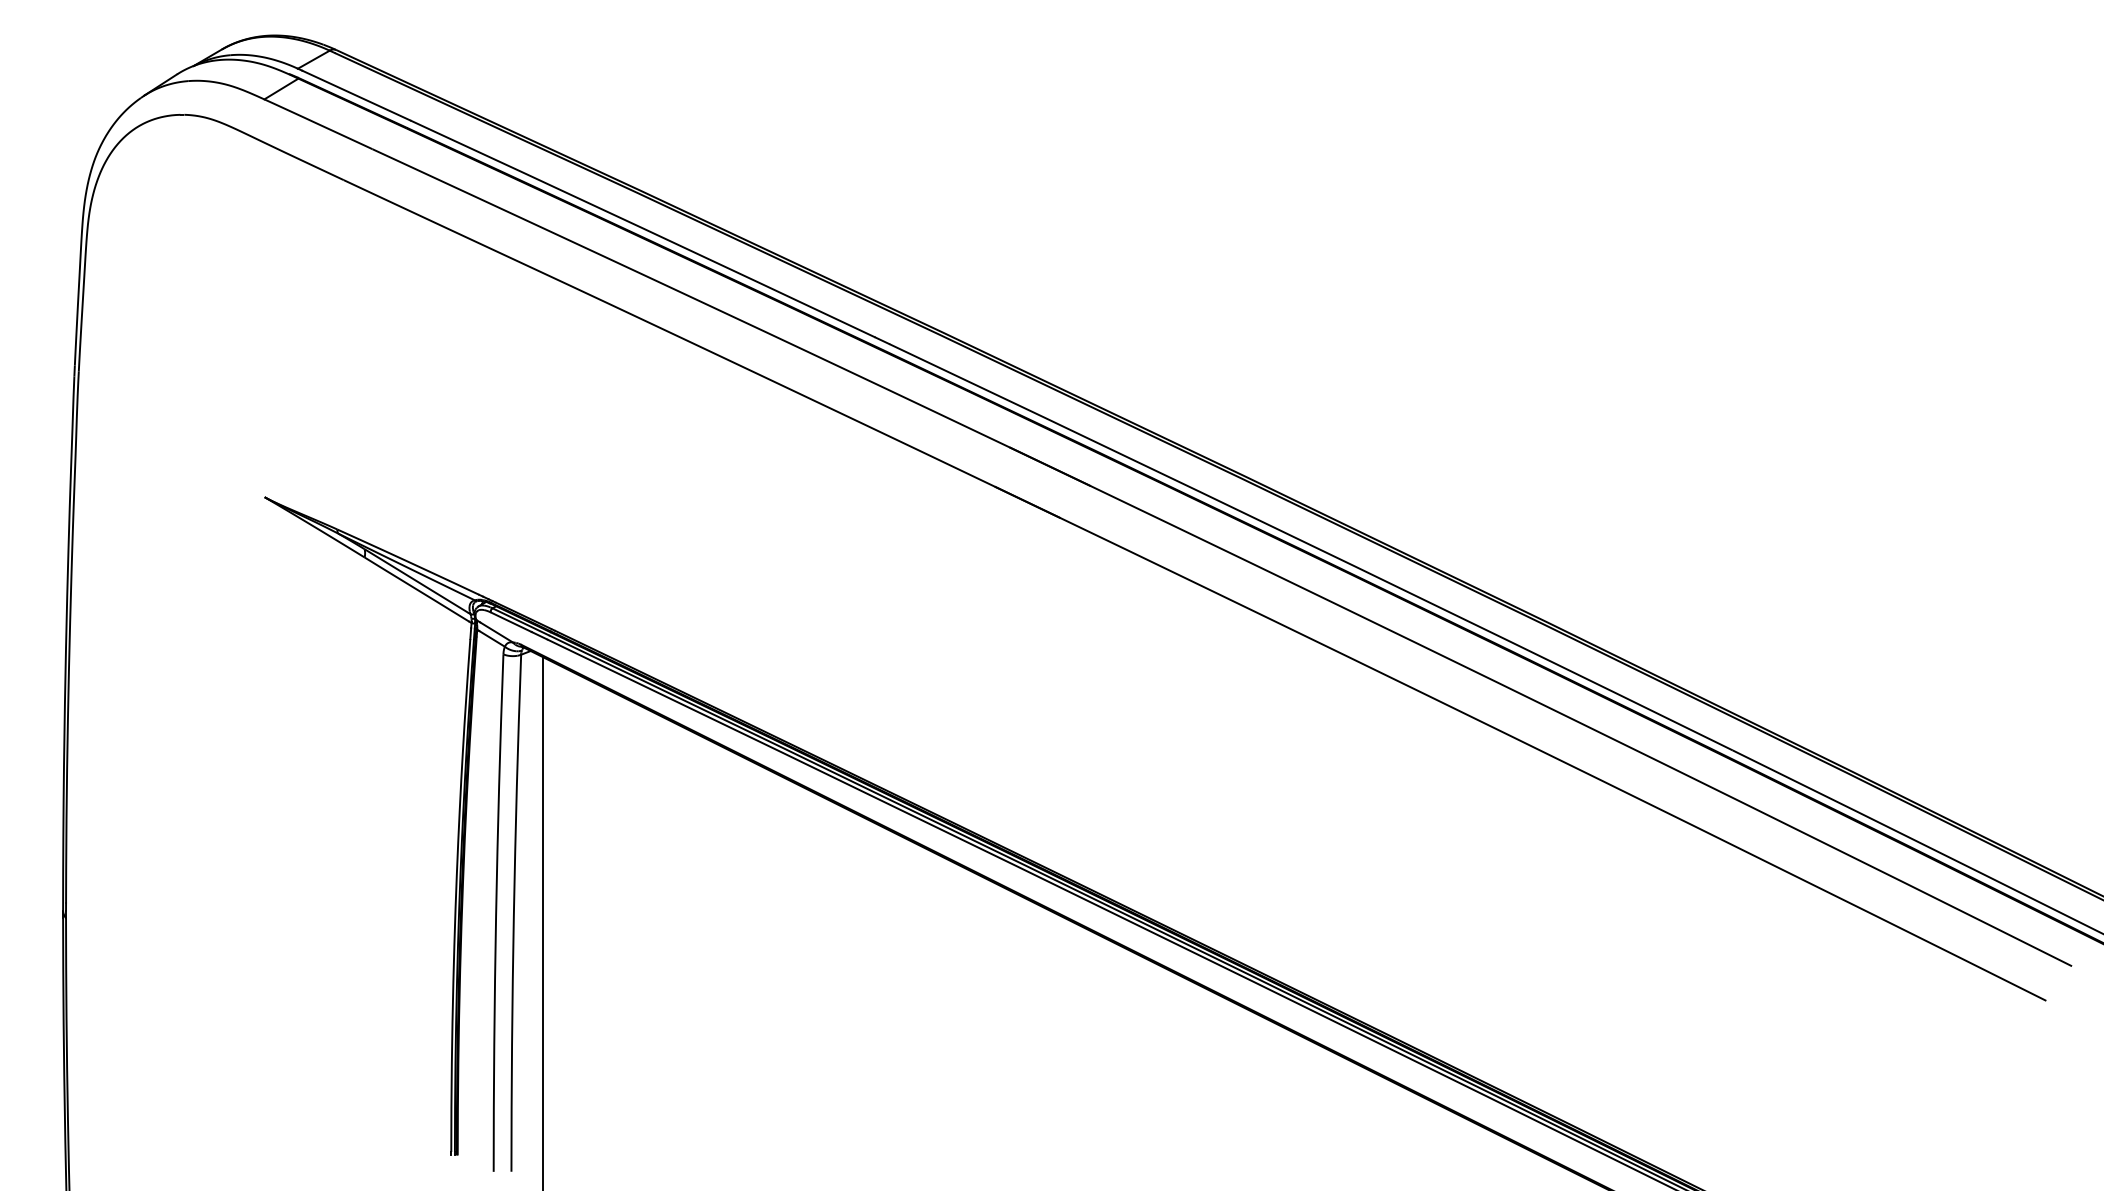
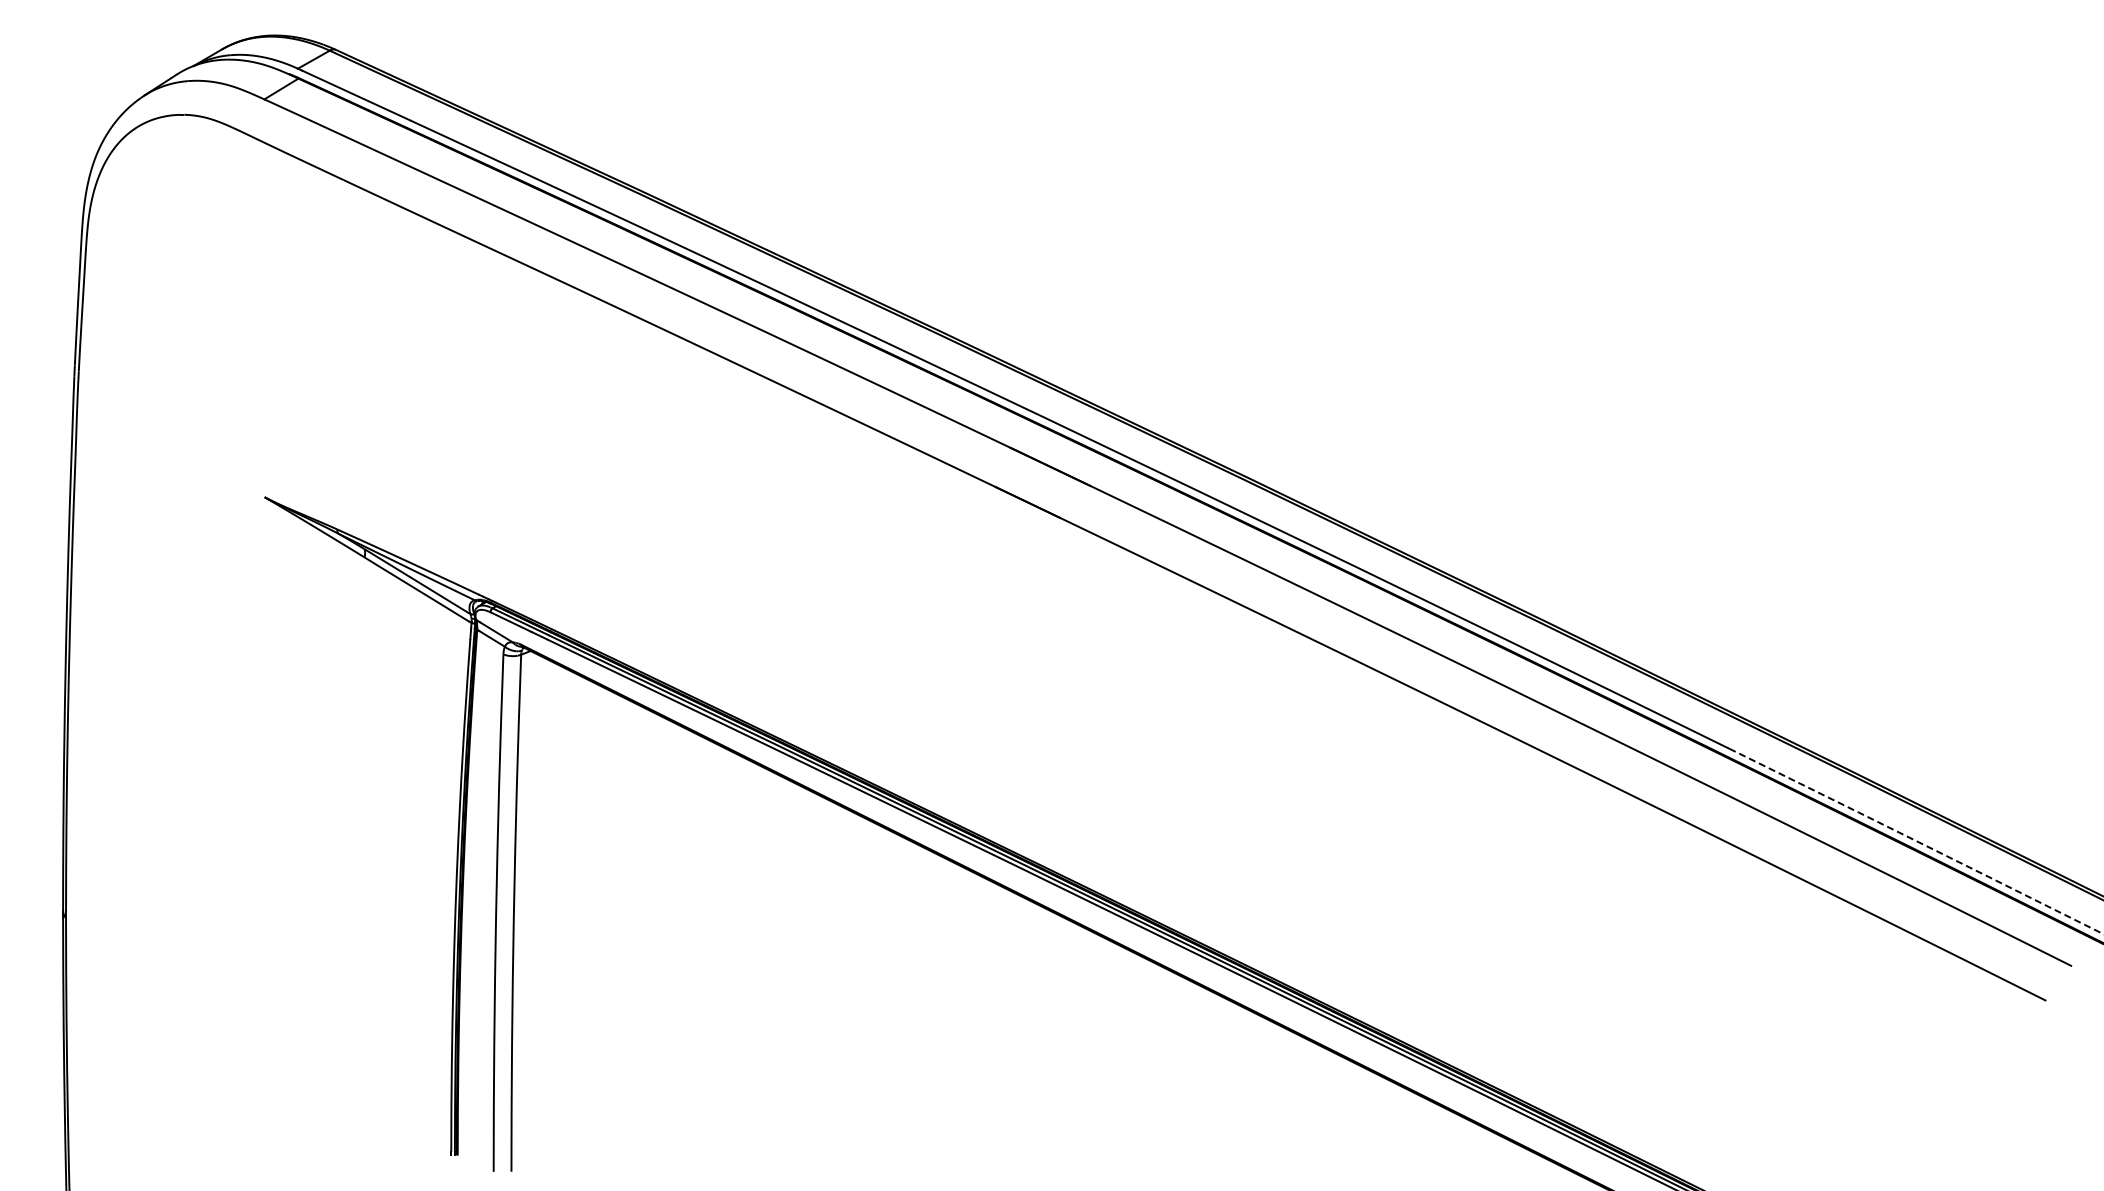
line at (1918, 842): solid -> dashed
line at (543, 922): present -> none
